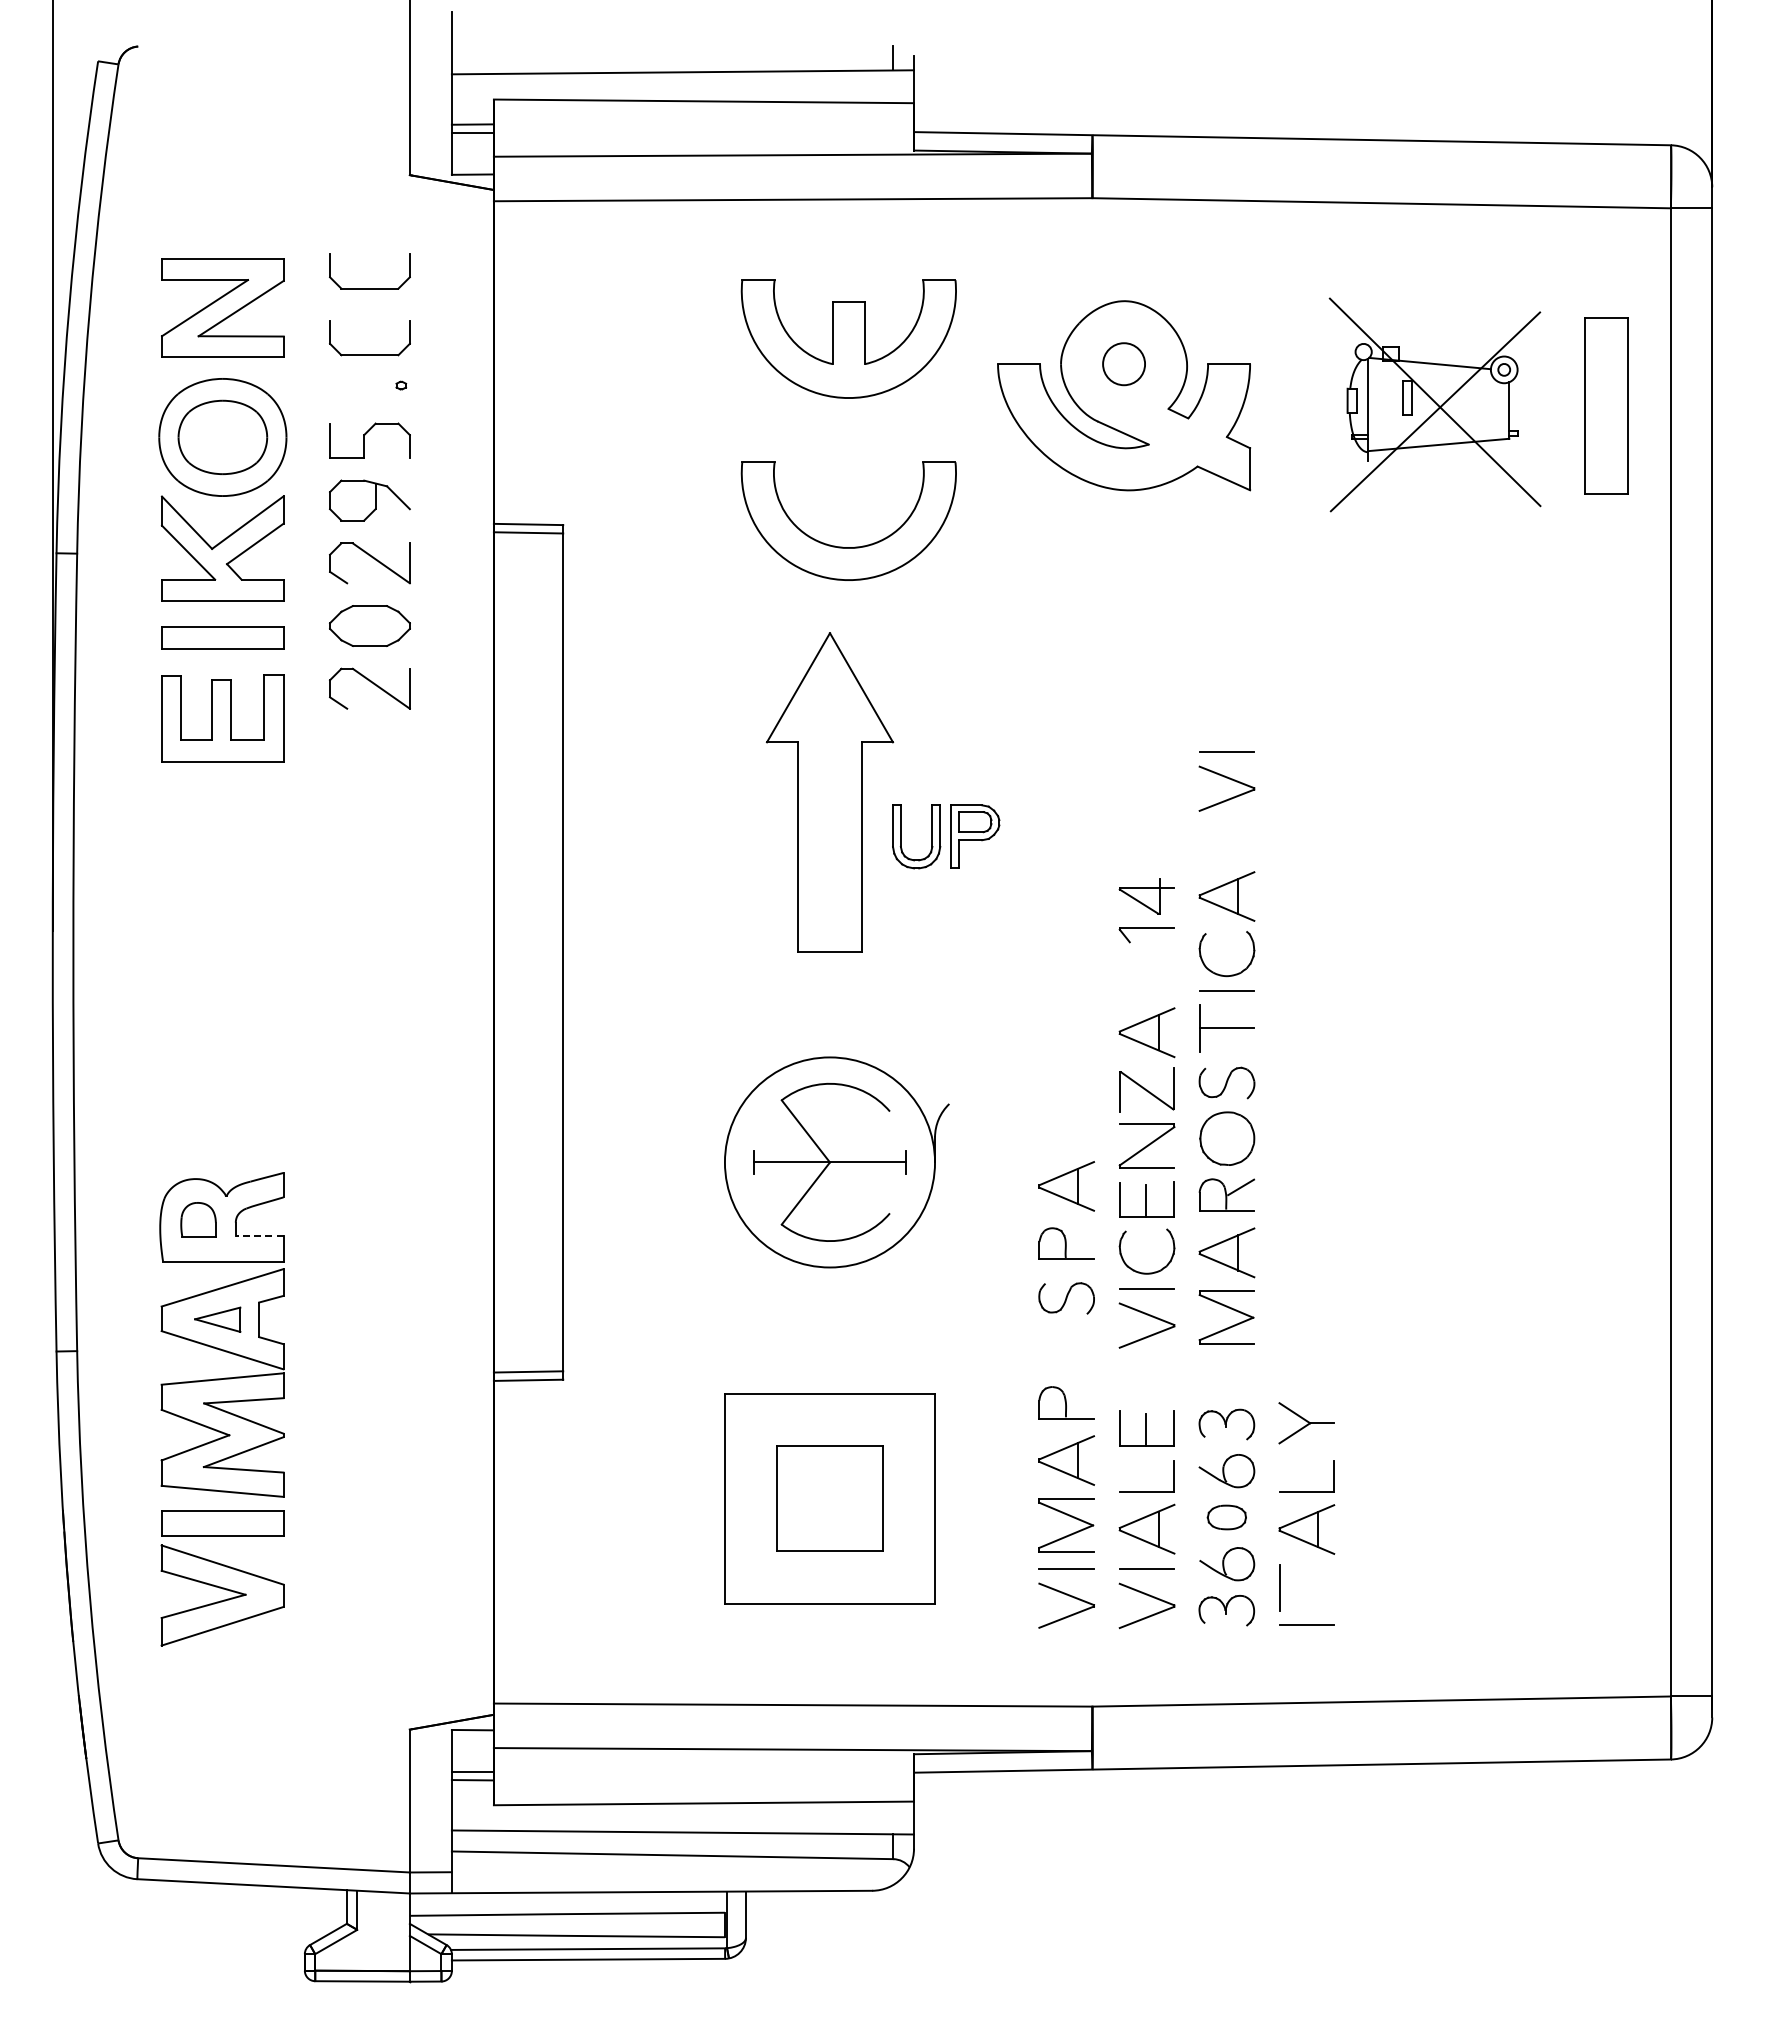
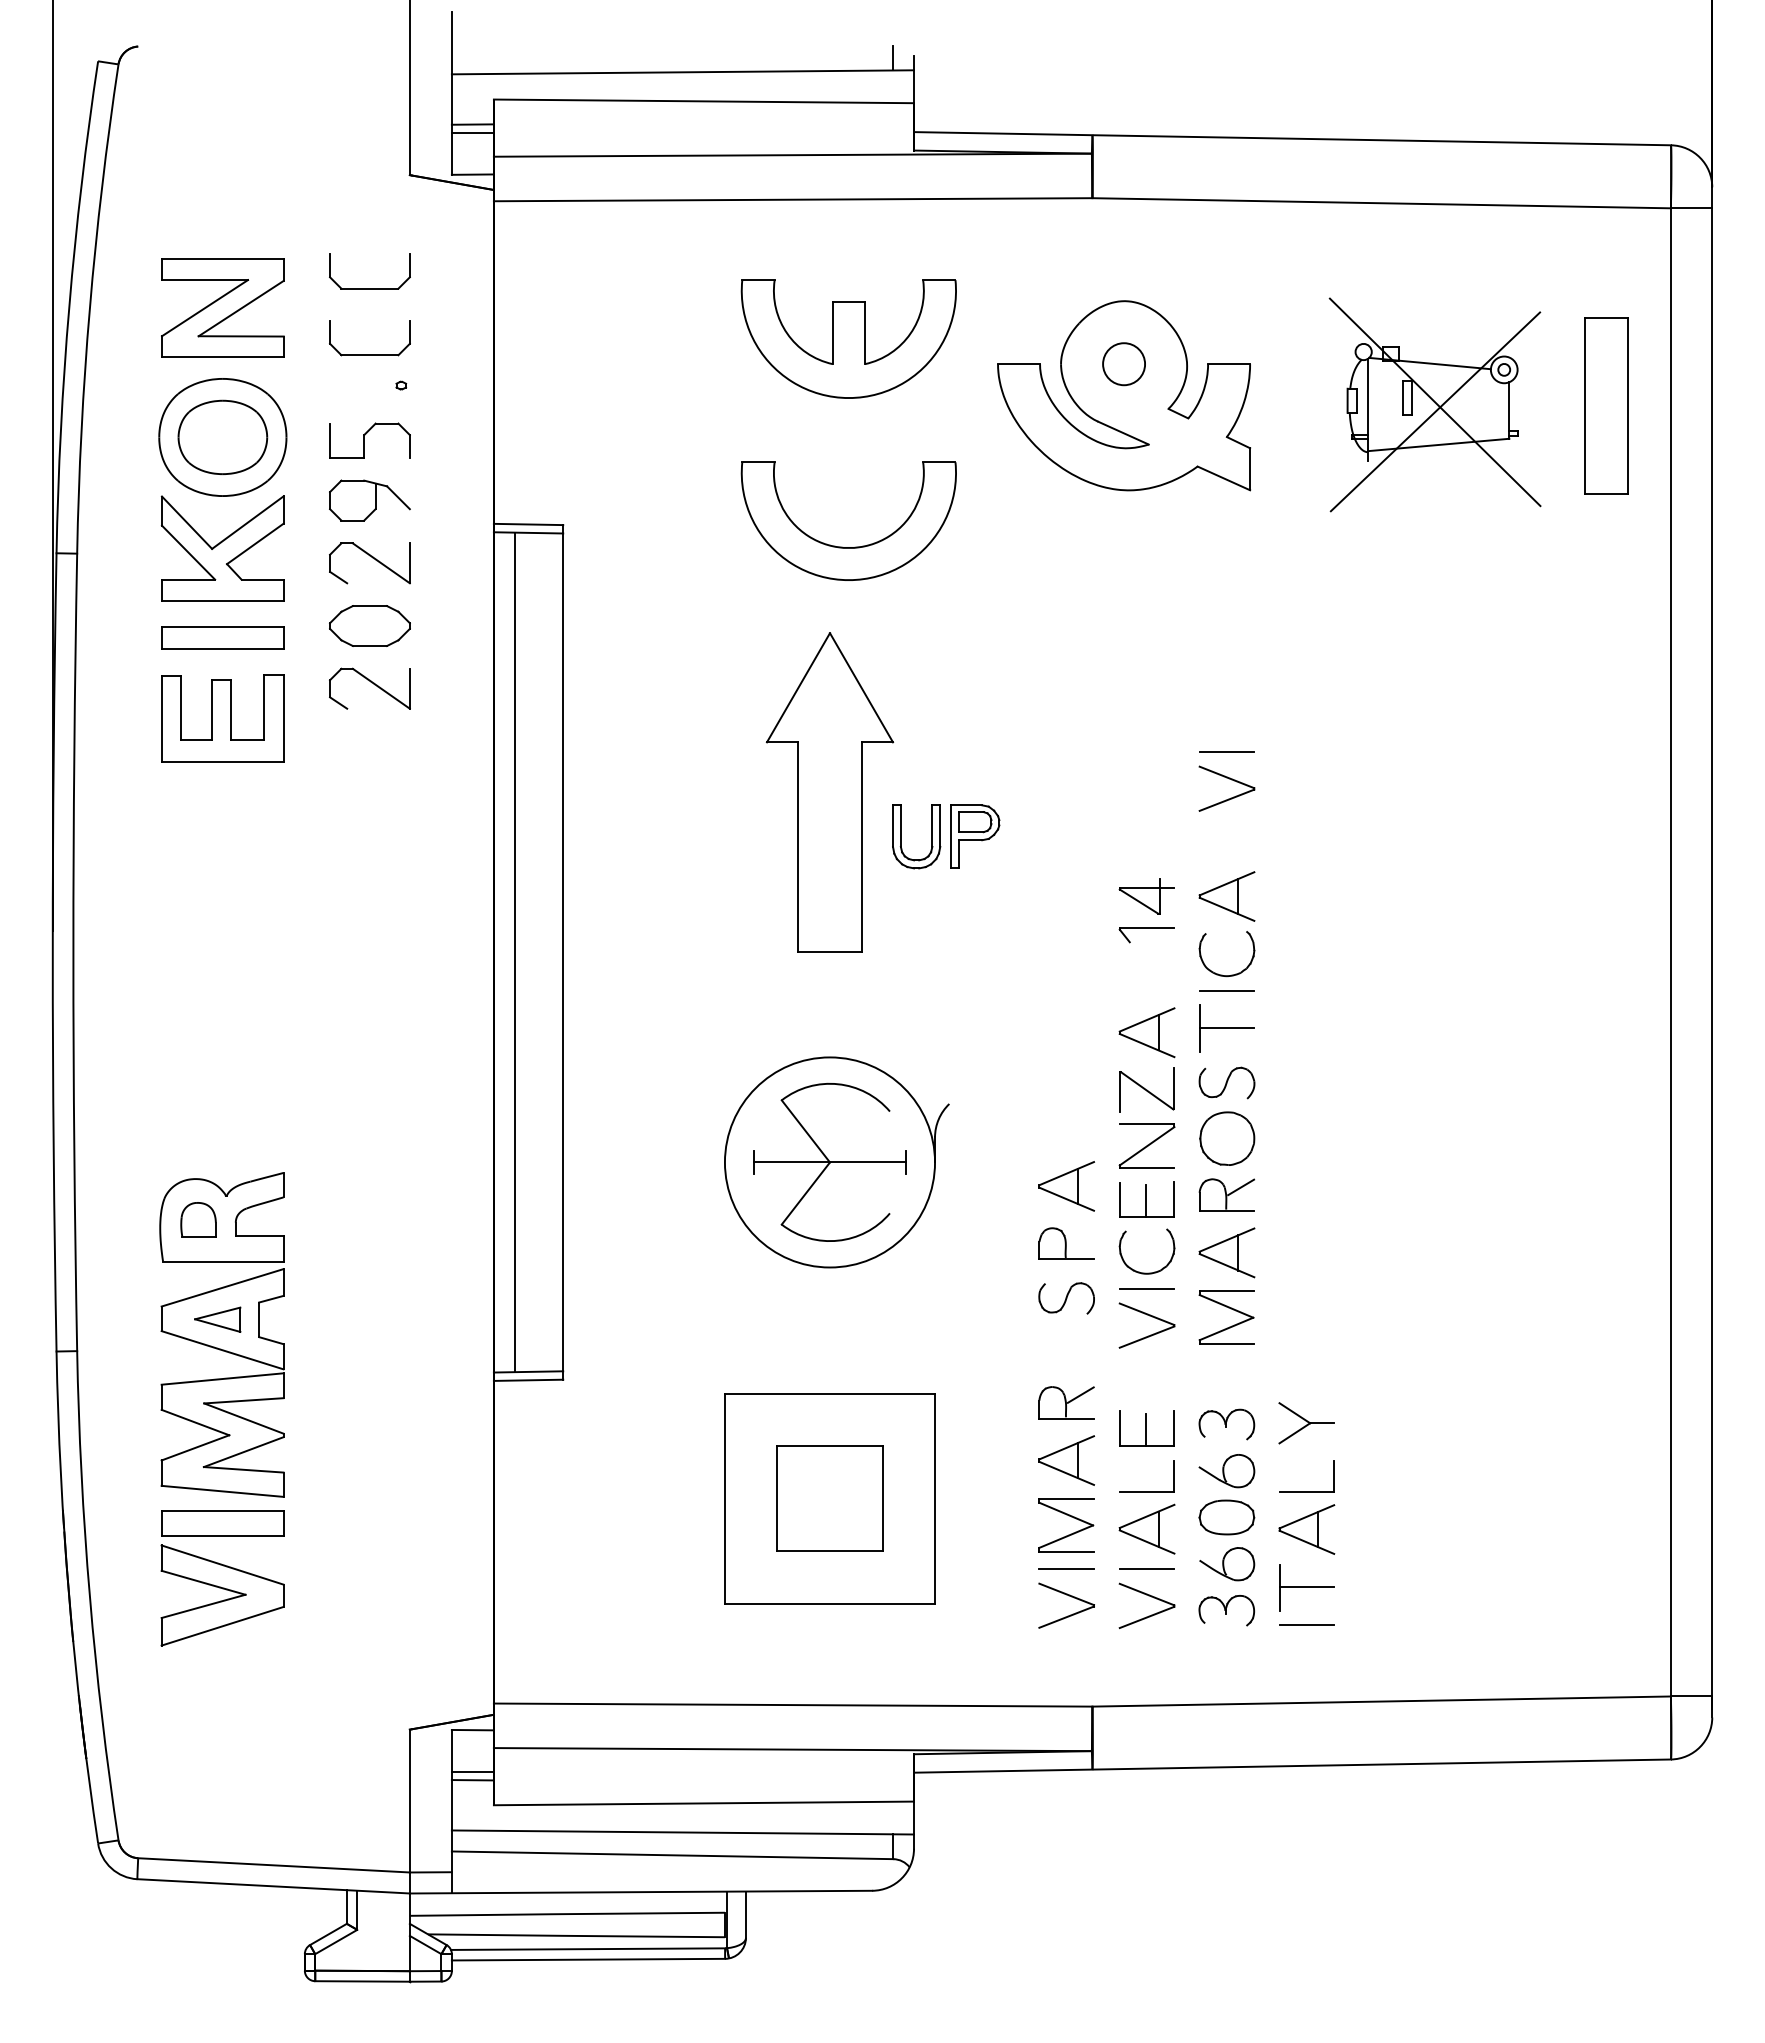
line at (515, 952): none -> present
line at (259, 1236): dashed -> solid
line at (1080, 1394): none -> present
part at (1226, 1517) size: 41x27 px -> 58x37 px
line at (1306, 1587): none -> present
